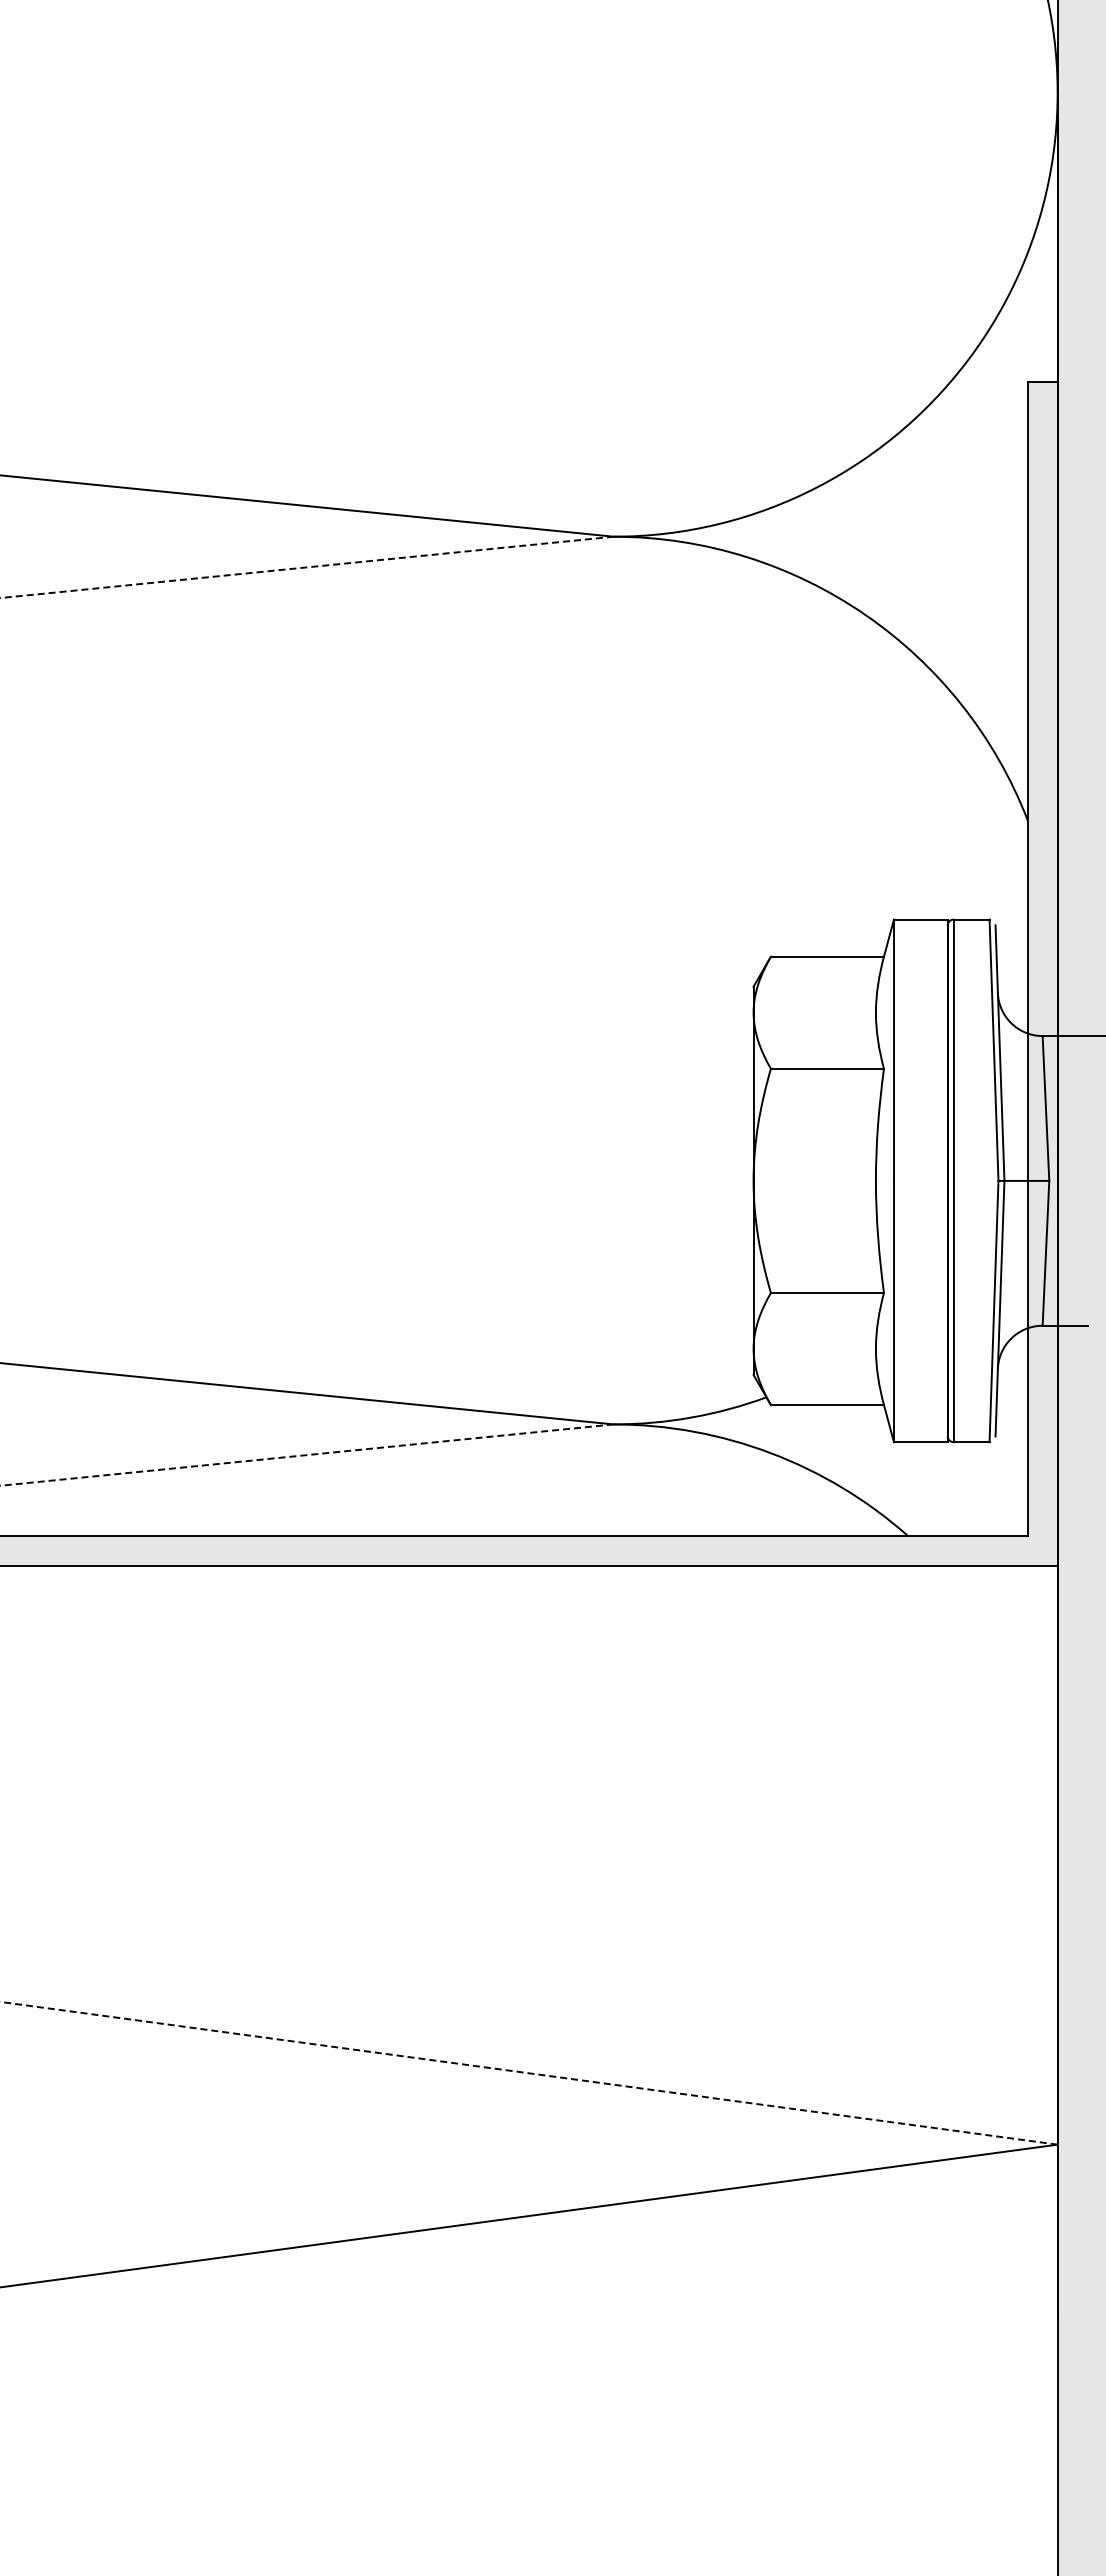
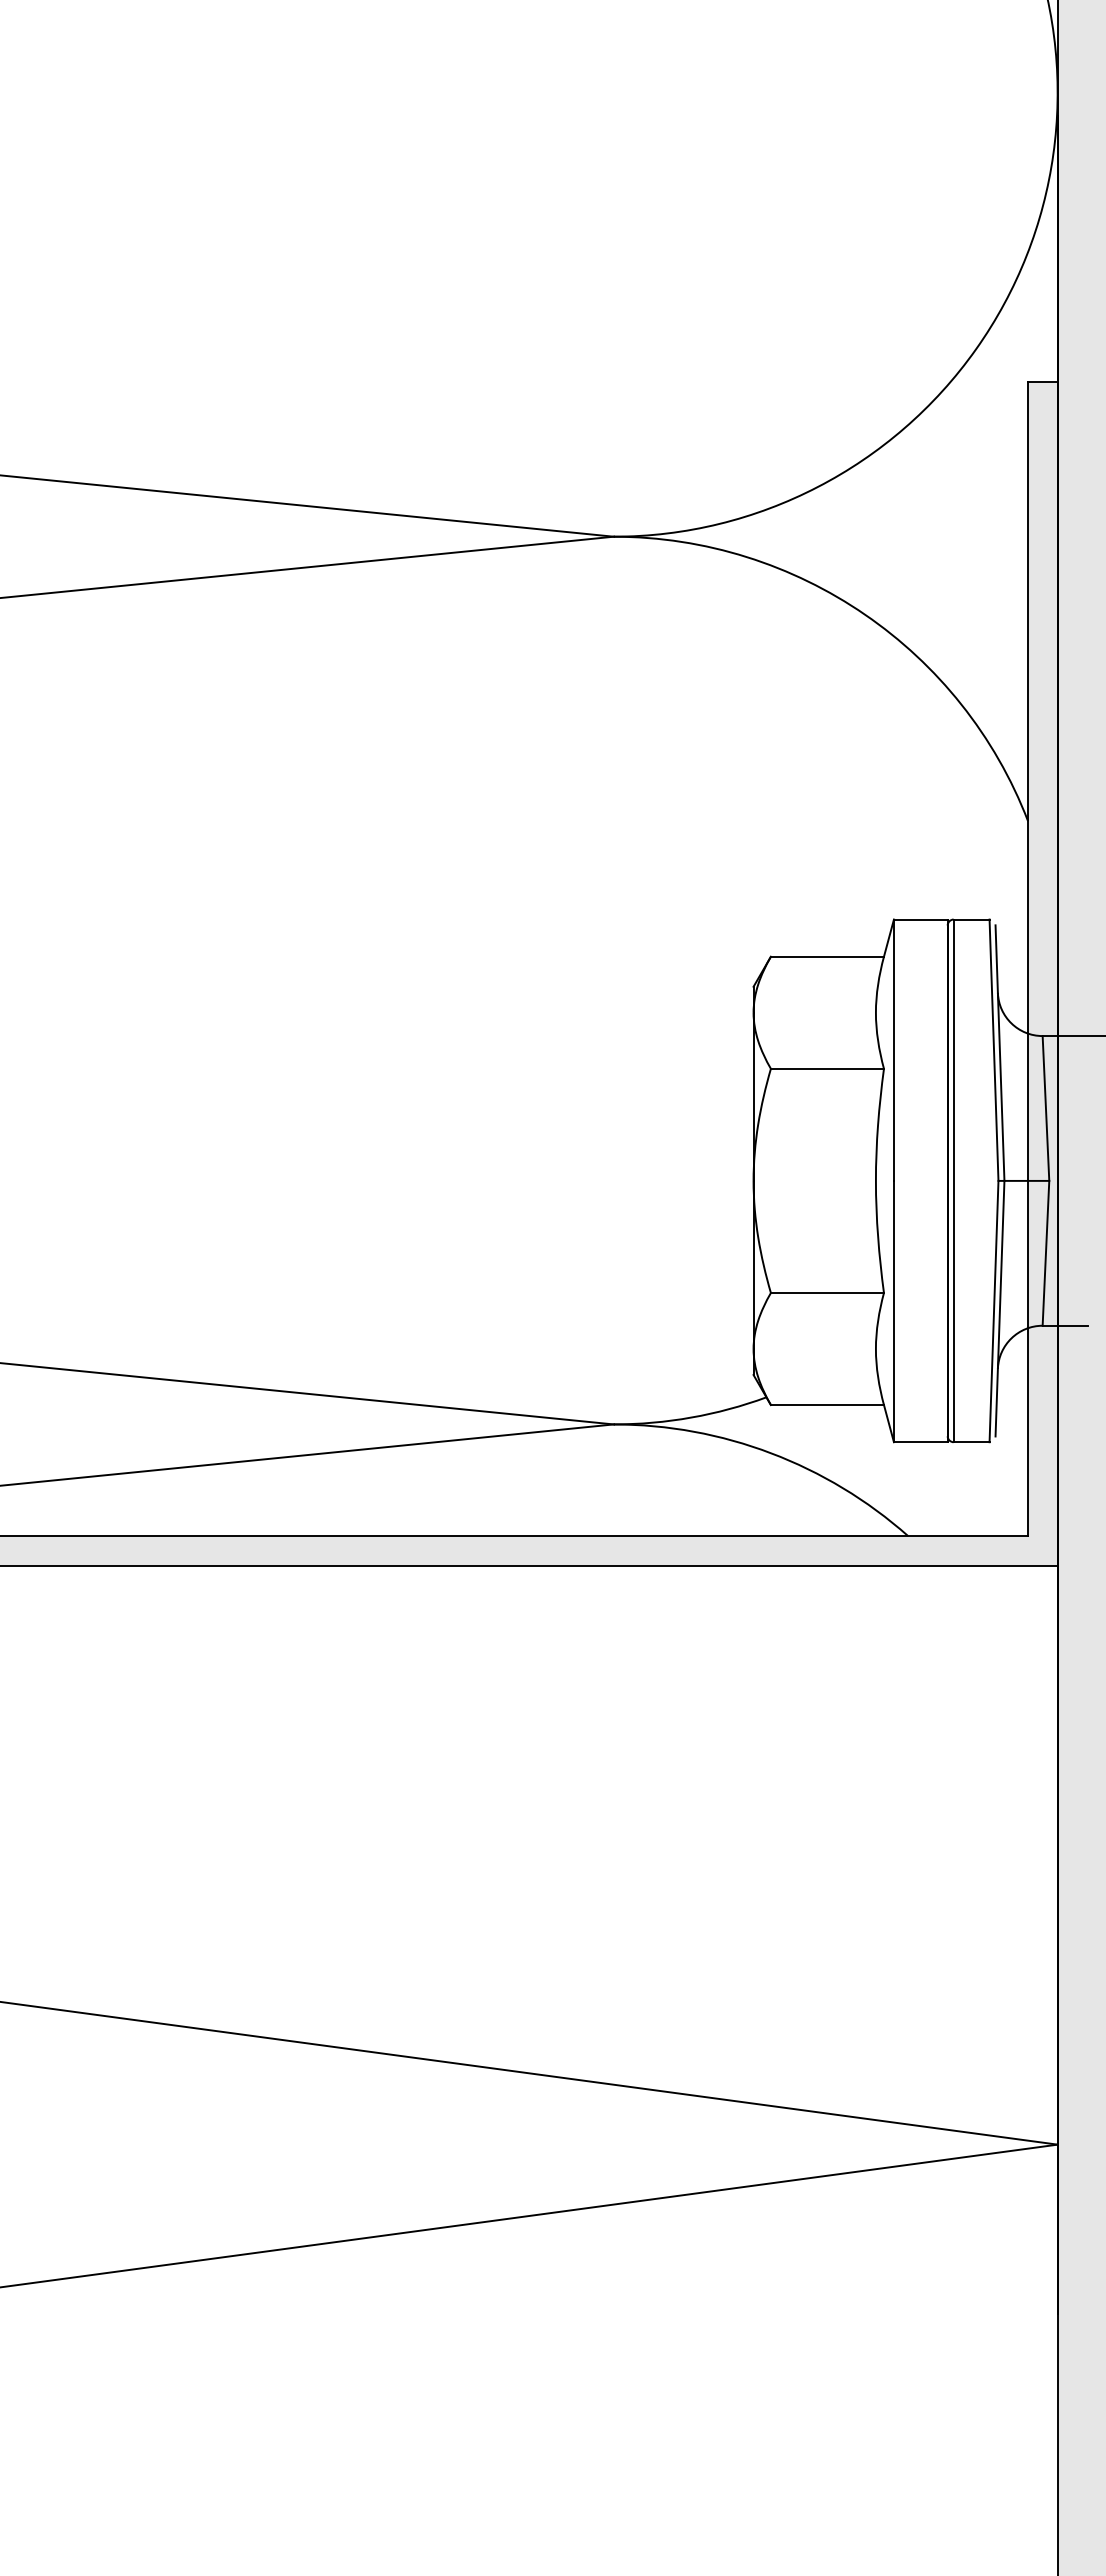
line at (307, 567): dashed -> solid
line at (306, 1455): dashed -> solid
line at (528, 2073): dashed -> solid
